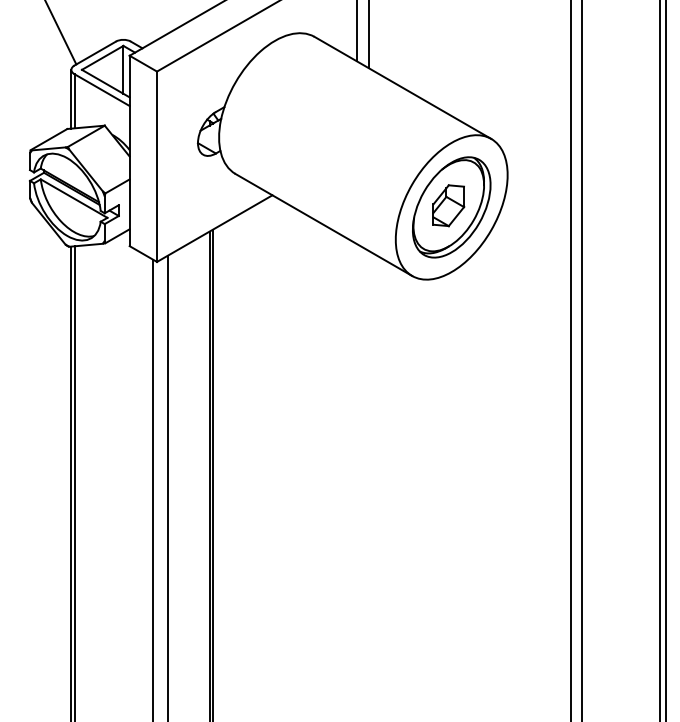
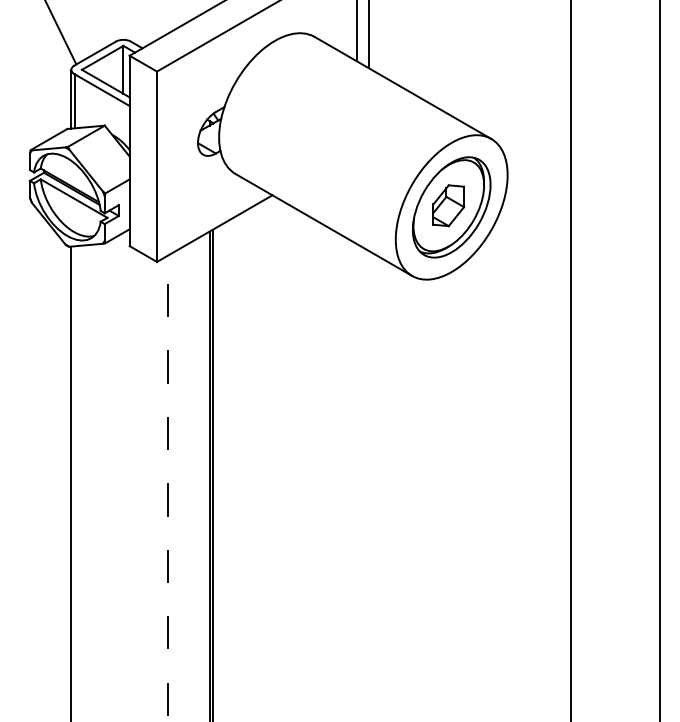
line at (582, 360): present -> none
line at (666, 360): present -> none
line at (74, 482): present -> none
line at (153, 488): present -> none
line at (168, 488): solid -> dashed
